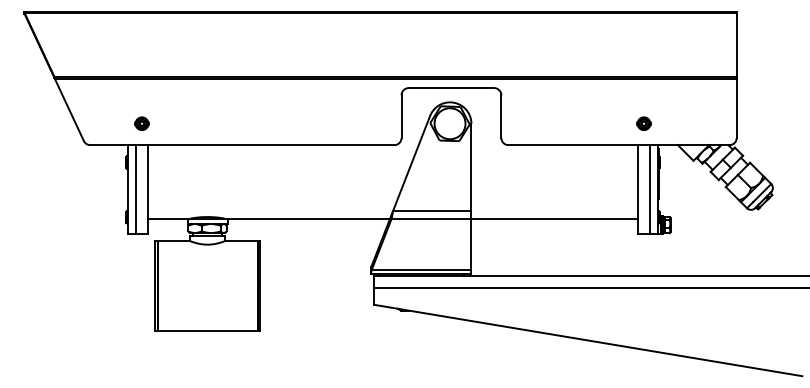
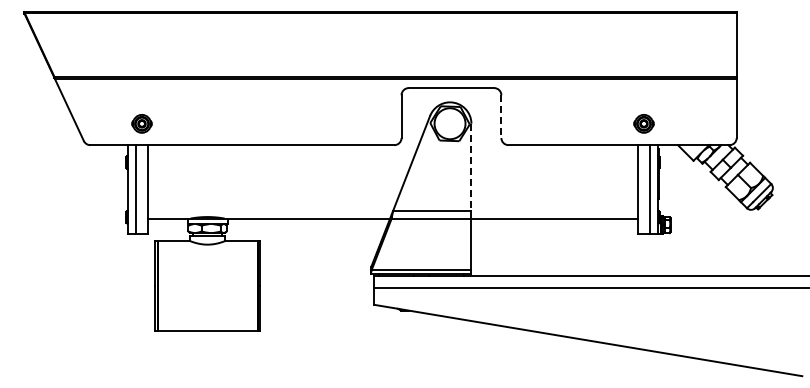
line at (501, 117): solid -> dashed
part at (141, 123) size: 16x15 px -> 22x20 px
part at (643, 123) size: 16x15 px -> 22x20 px
line at (471, 167): solid -> dashed
